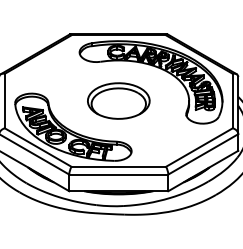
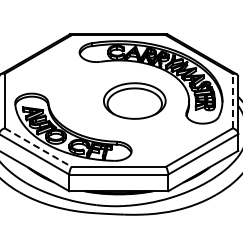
part at (118, 100) position: (118, 100) -> (134, 100)
line at (232, 100): solid -> dashed
line at (38, 147): solid -> dashed
